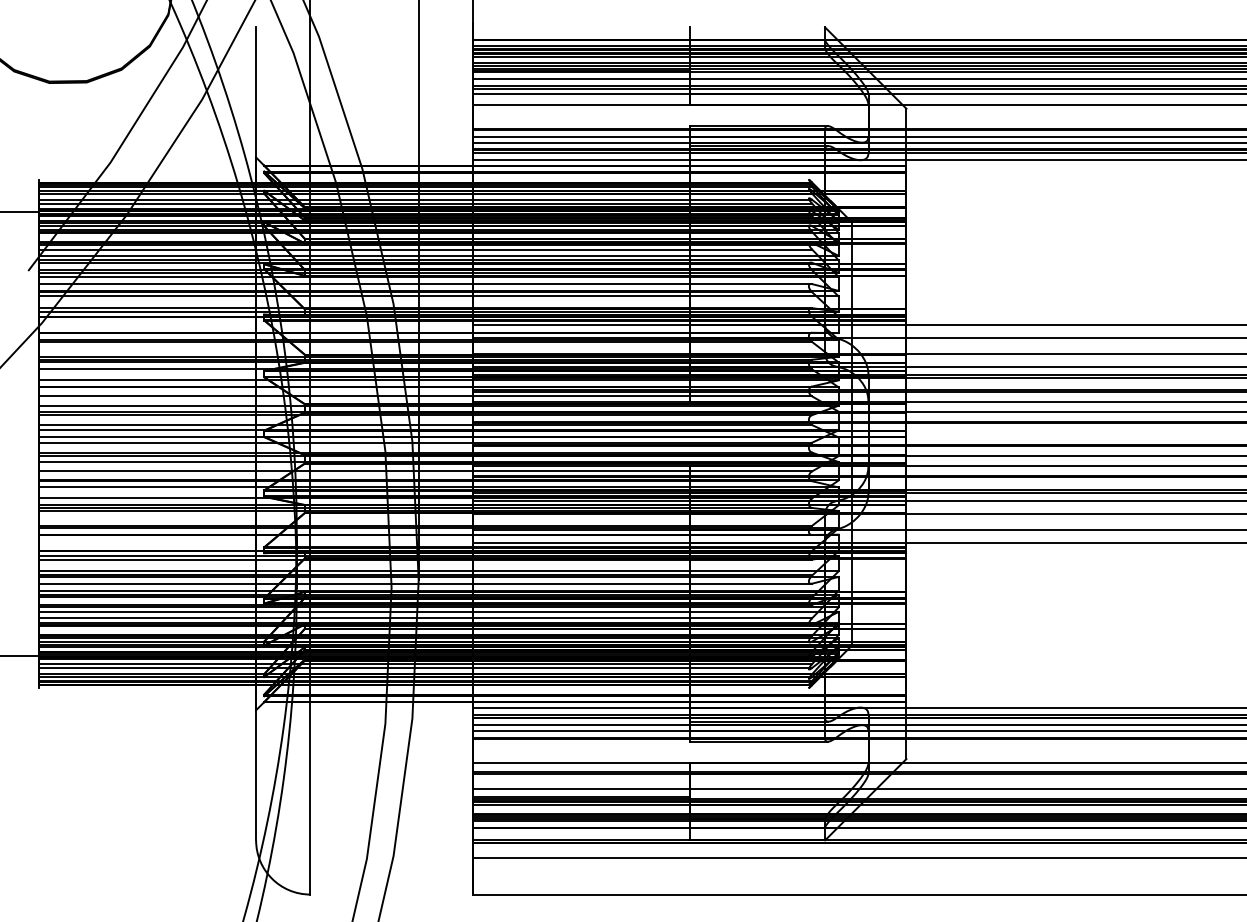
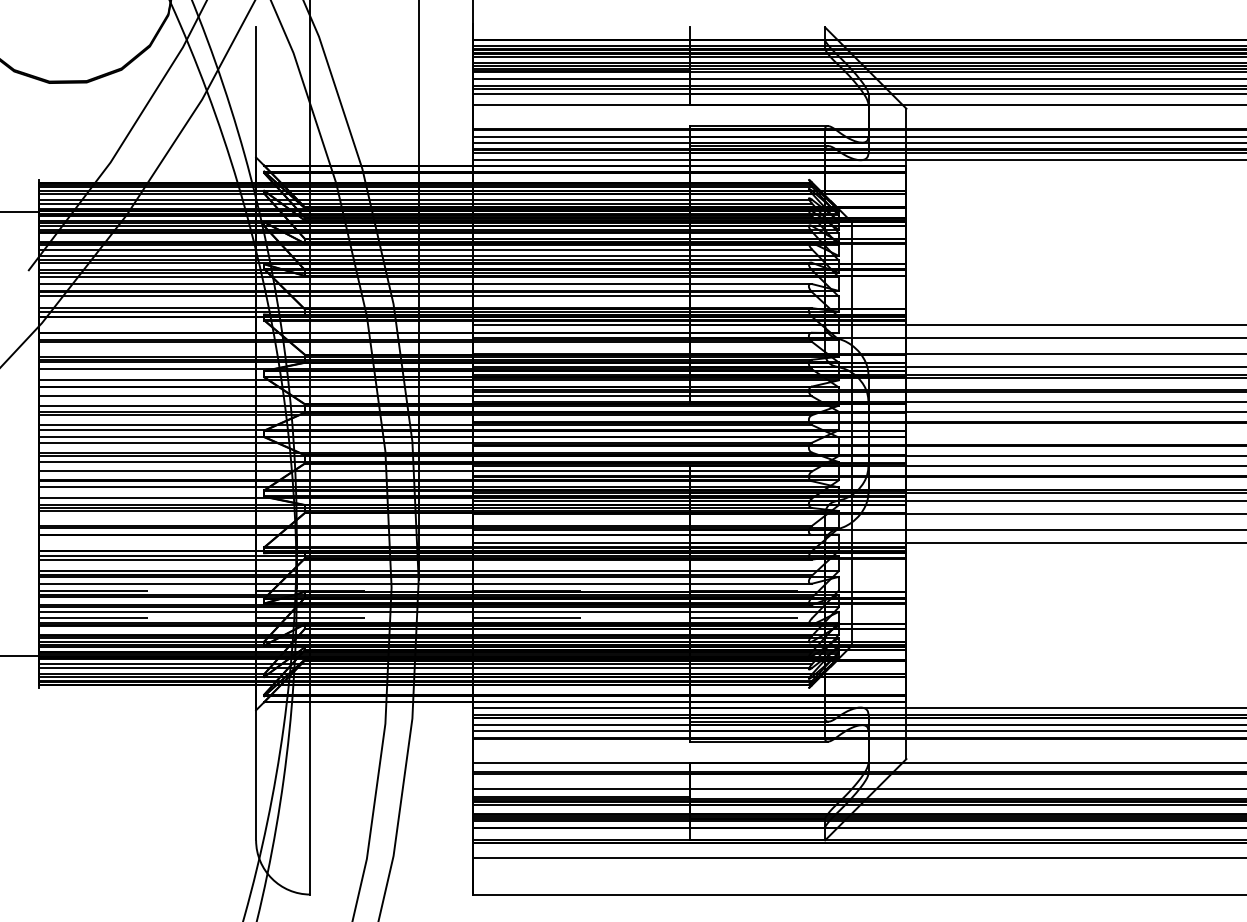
line at (439, 590): solid -> dashed
line at (426, 618): solid -> dashed
